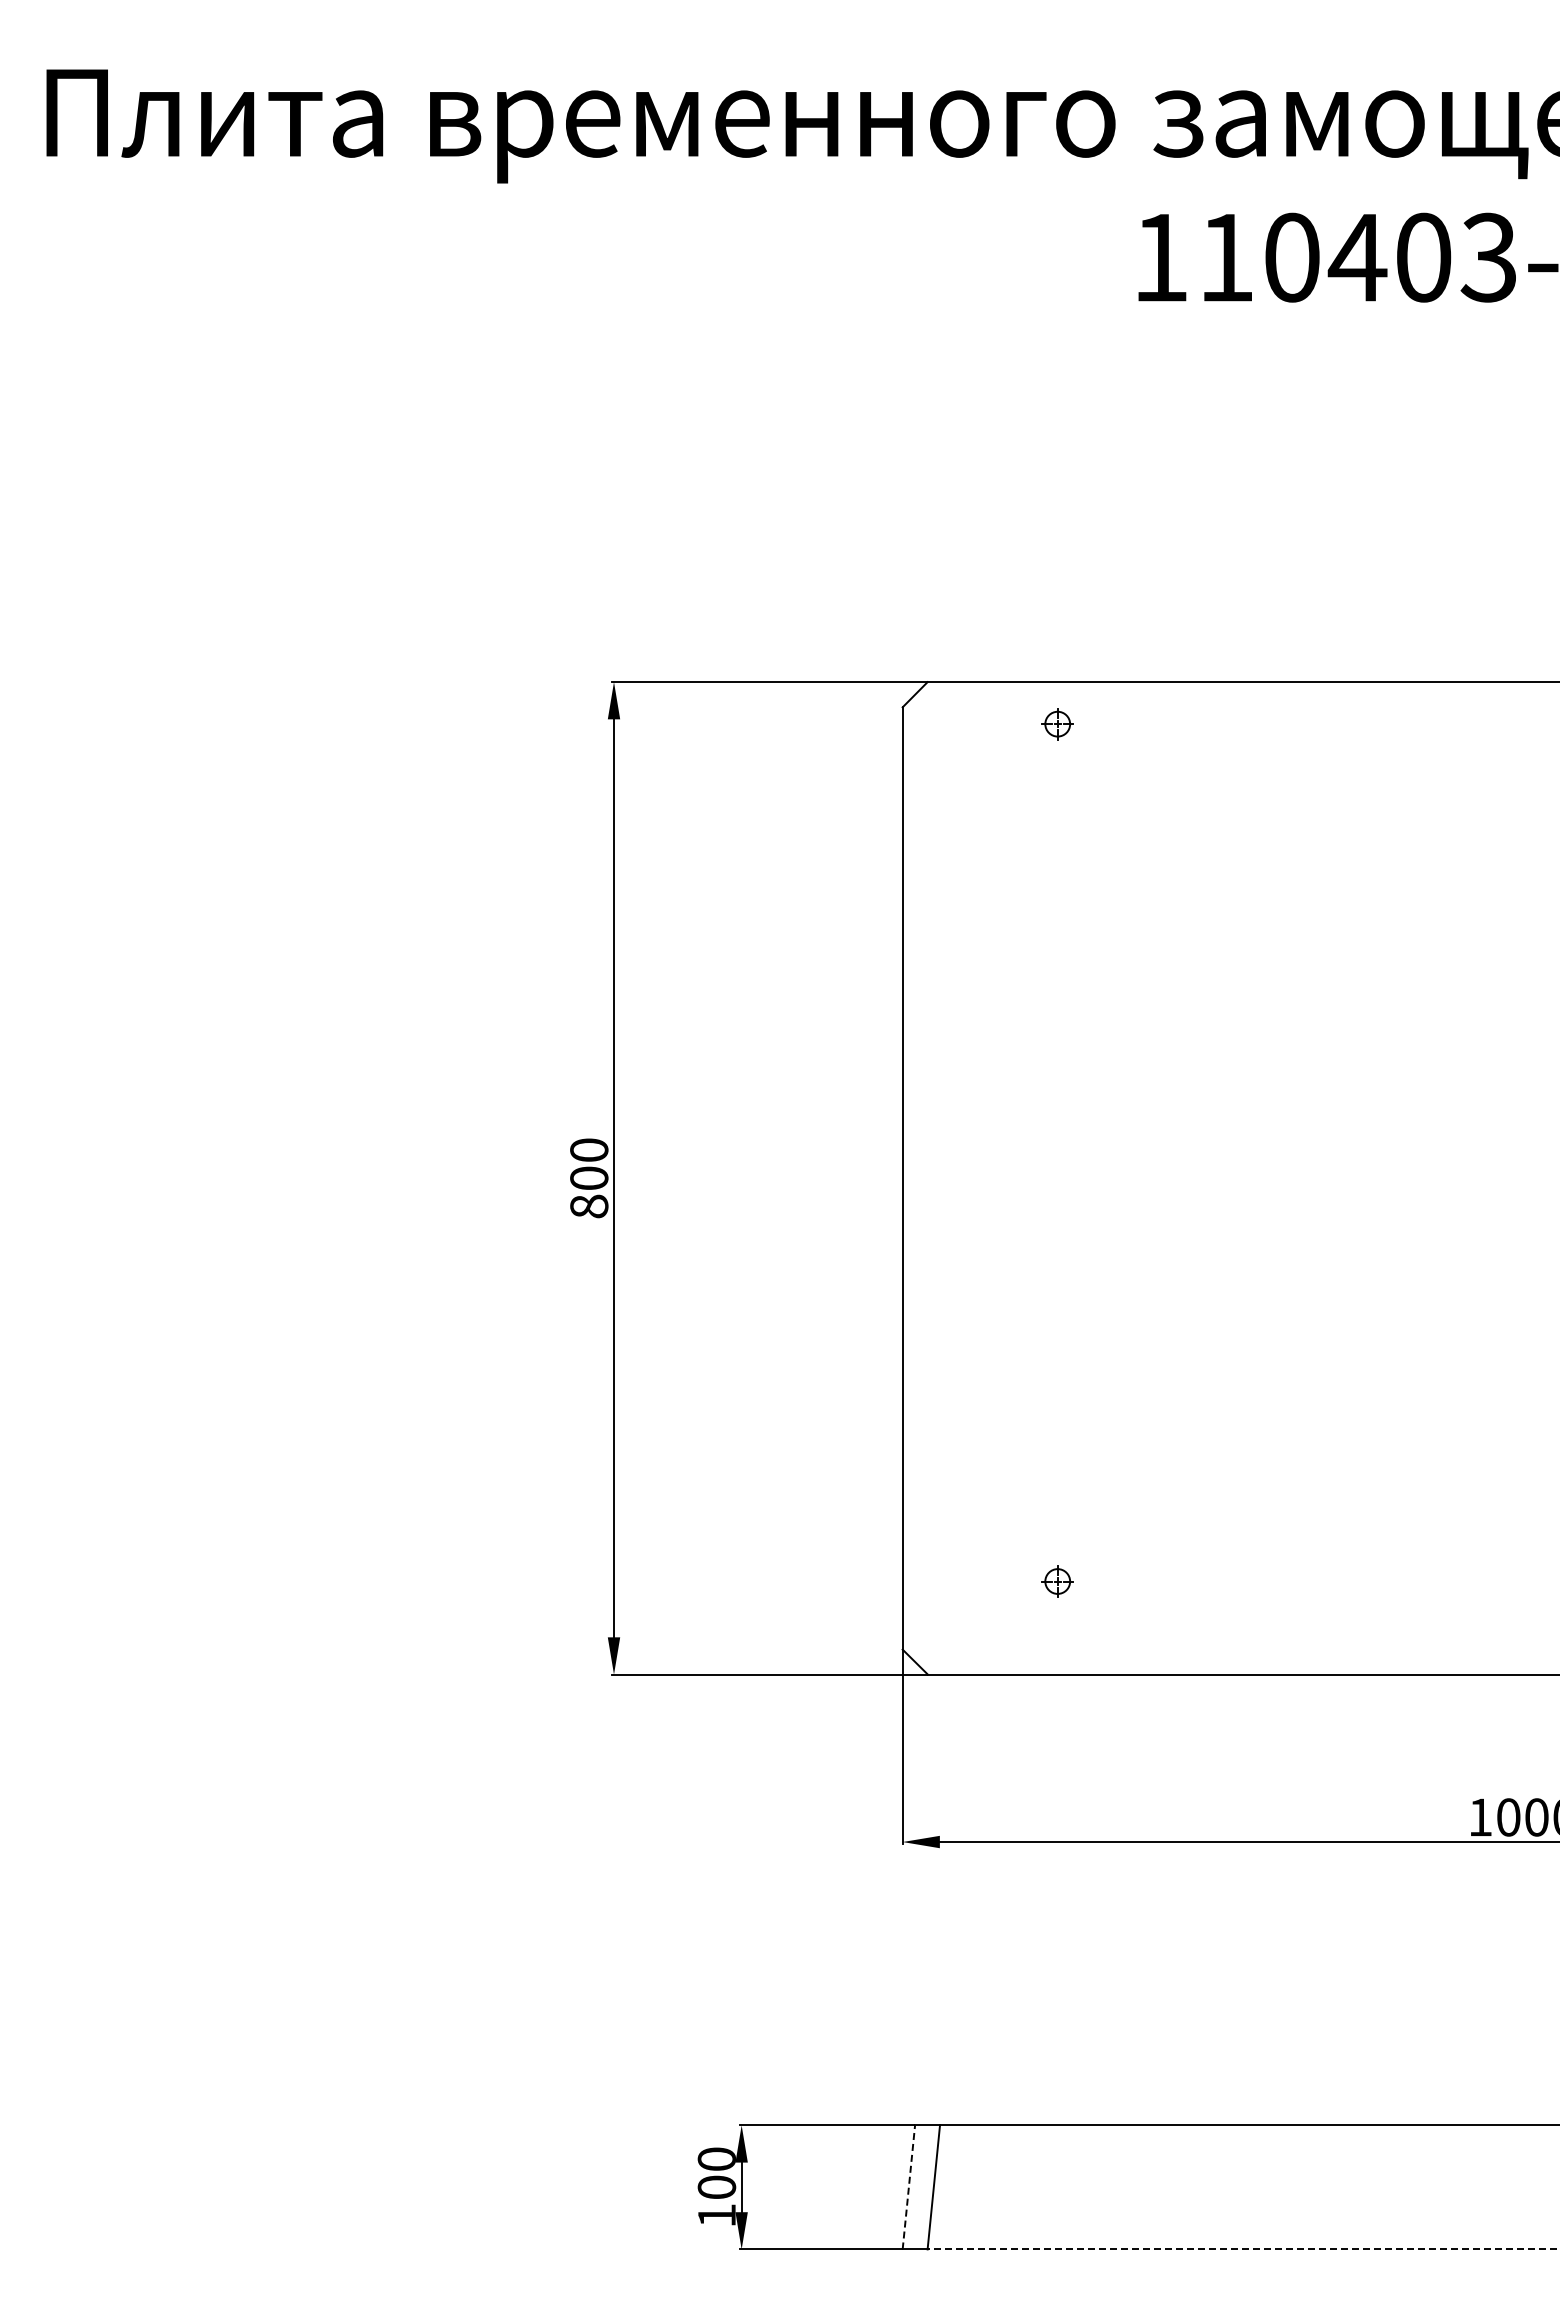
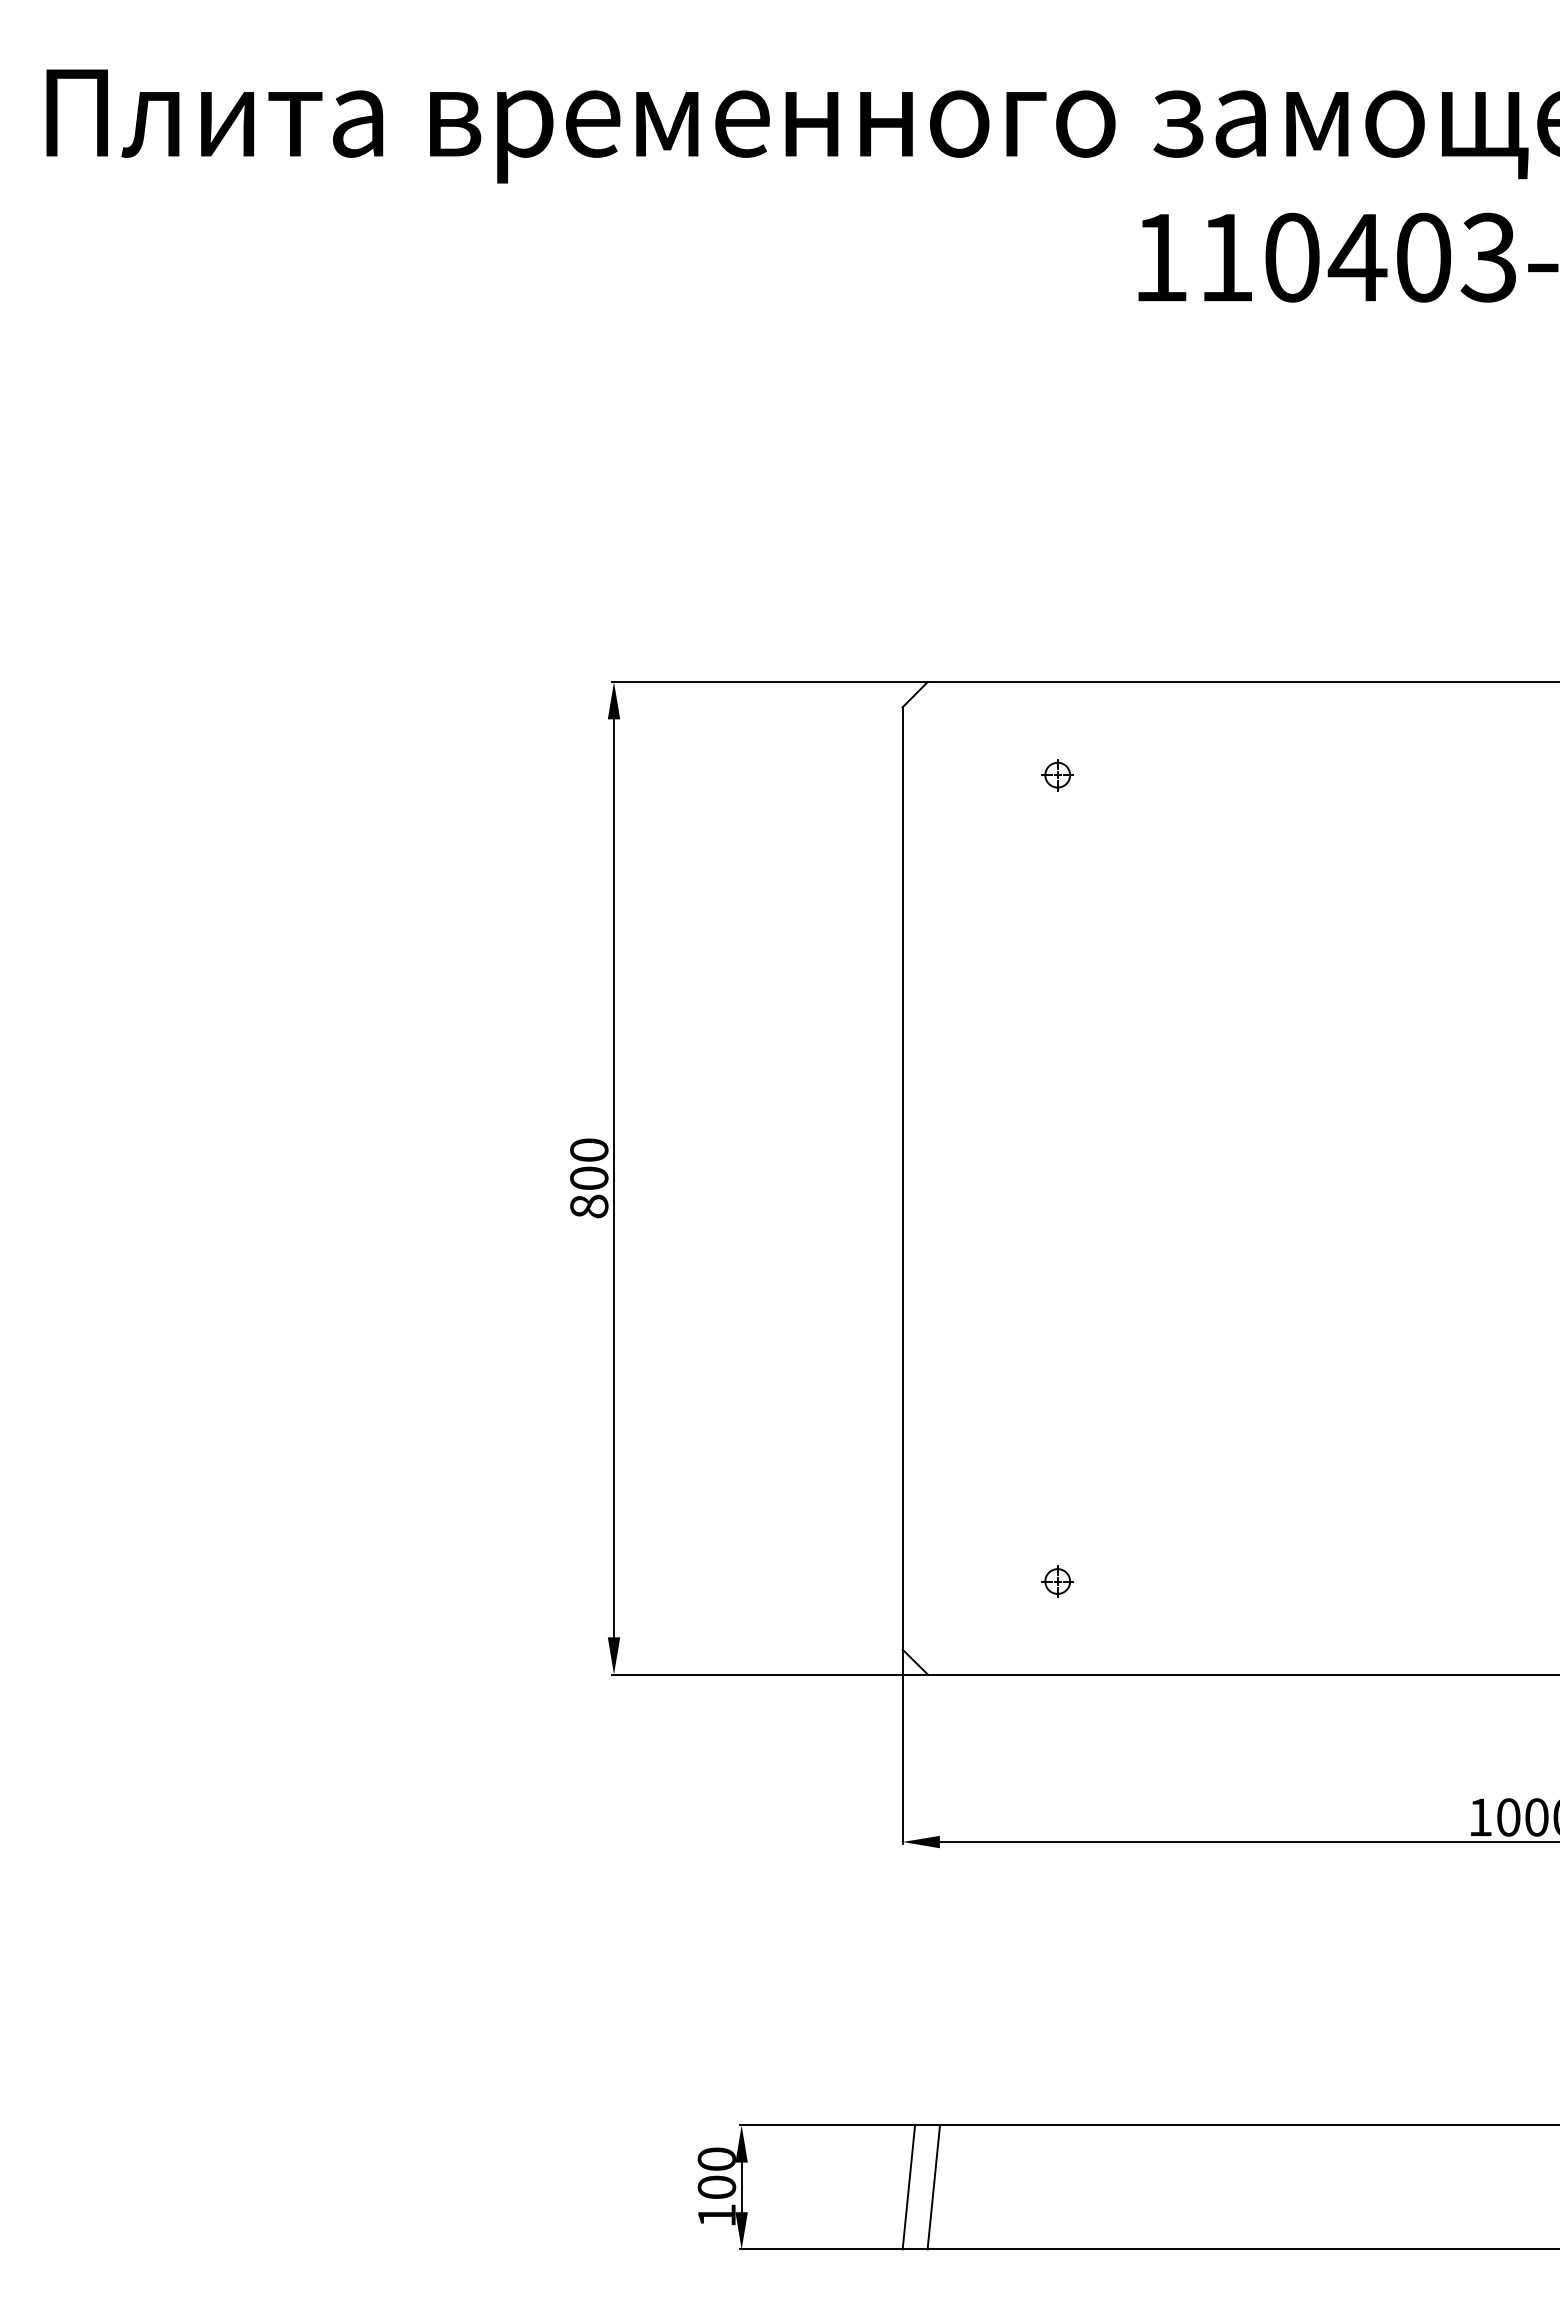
part at (1057, 724) position: (1057, 724) -> (1057, 775)
line at (908, 2186): dashed -> solid
line at (1243, 2249): dashed -> solid
